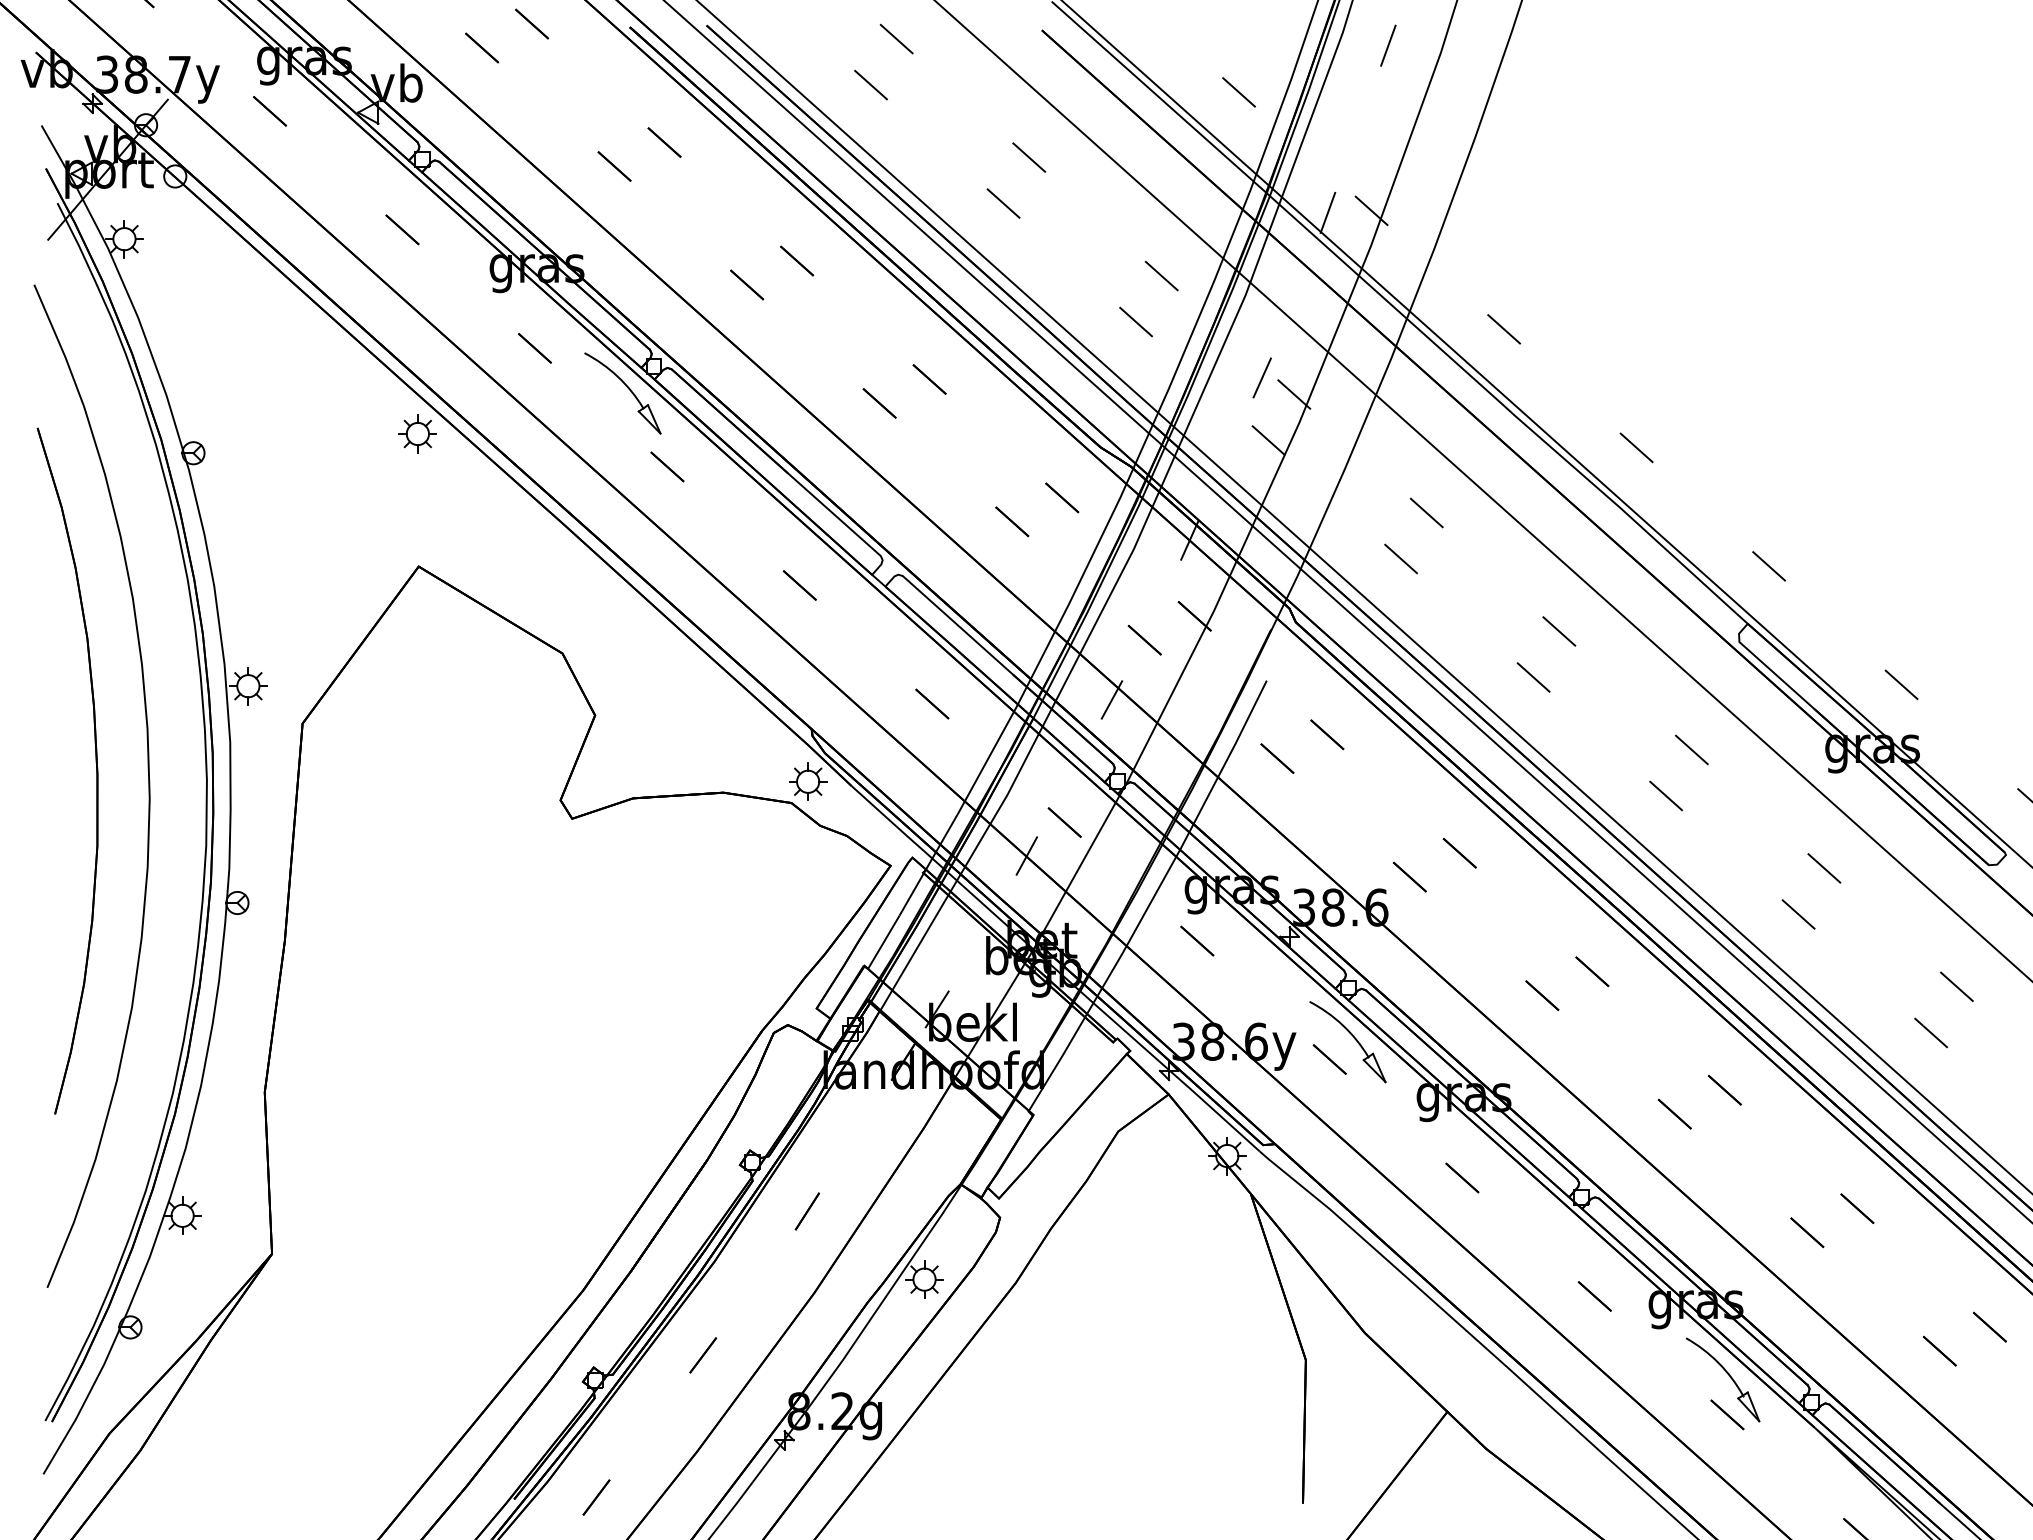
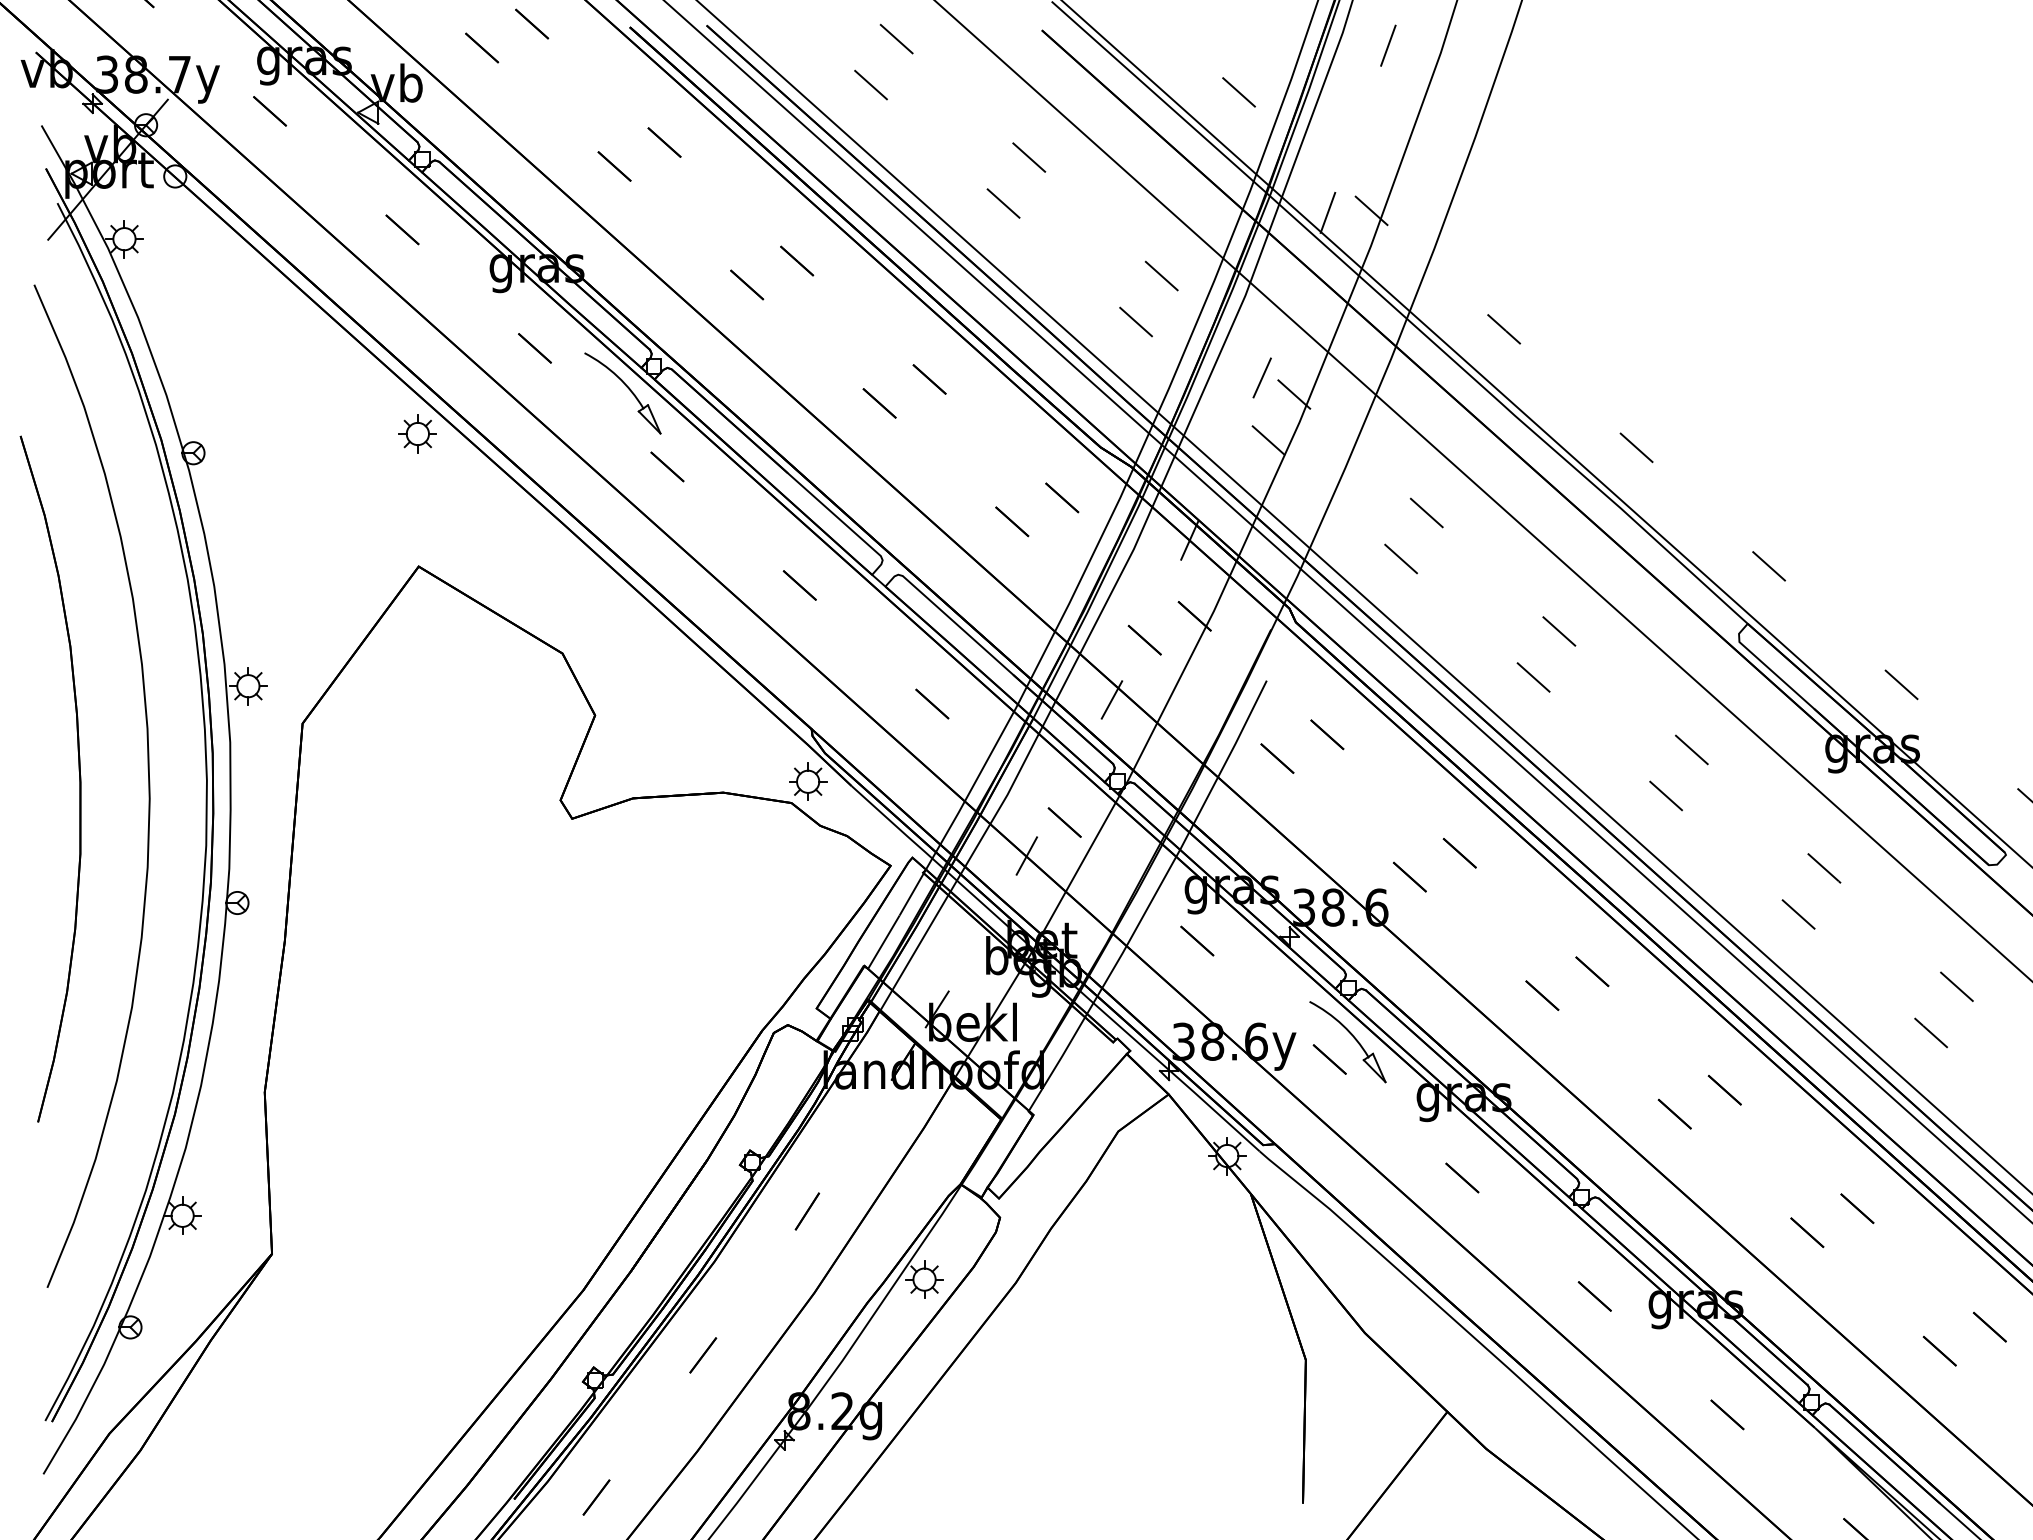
part at (96, 770) position: (96, 770) -> (79, 778)
part at (1727, 1374): present -> none
